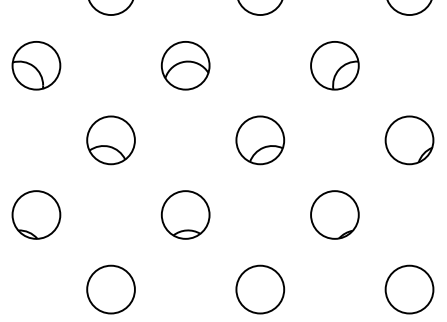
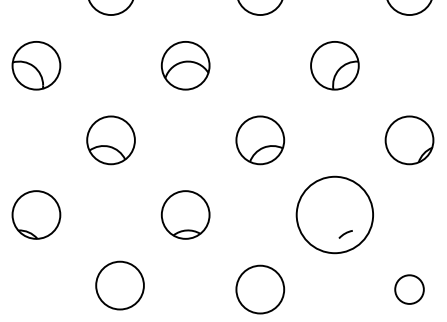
circle at (334, 214) diameter: 48 px -> 76 px
circle at (110, 289) position: (110, 289) -> (119, 285)
circle at (409, 289) diameter: 48 px -> 29 px
